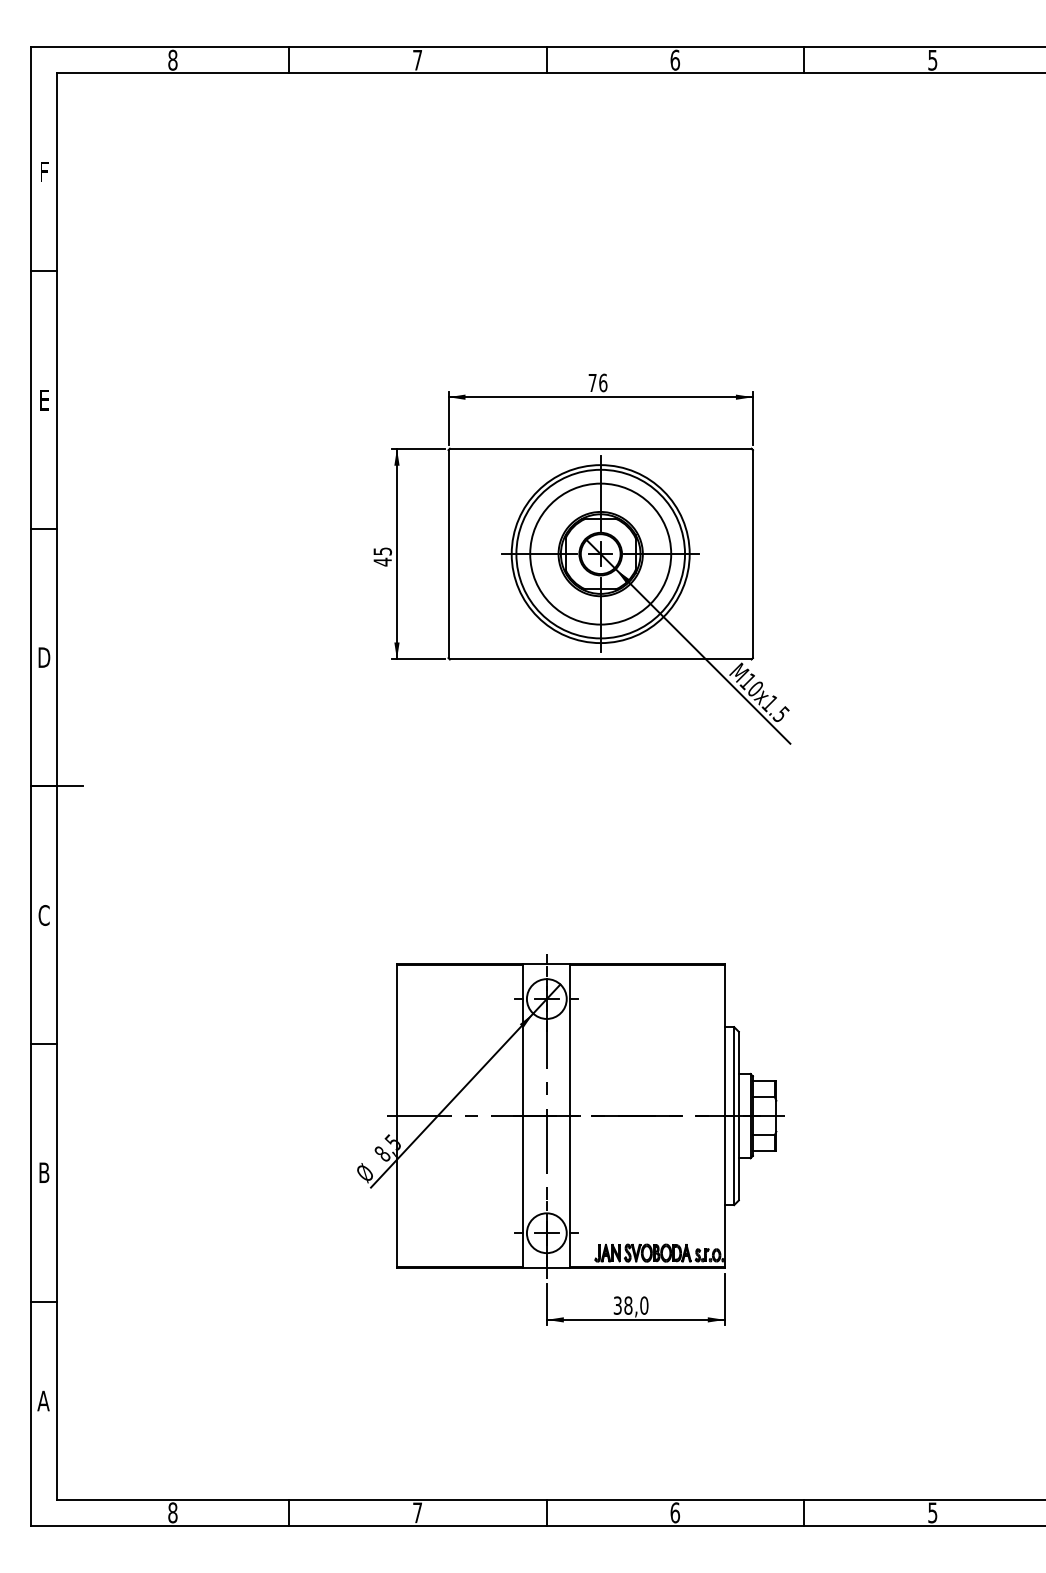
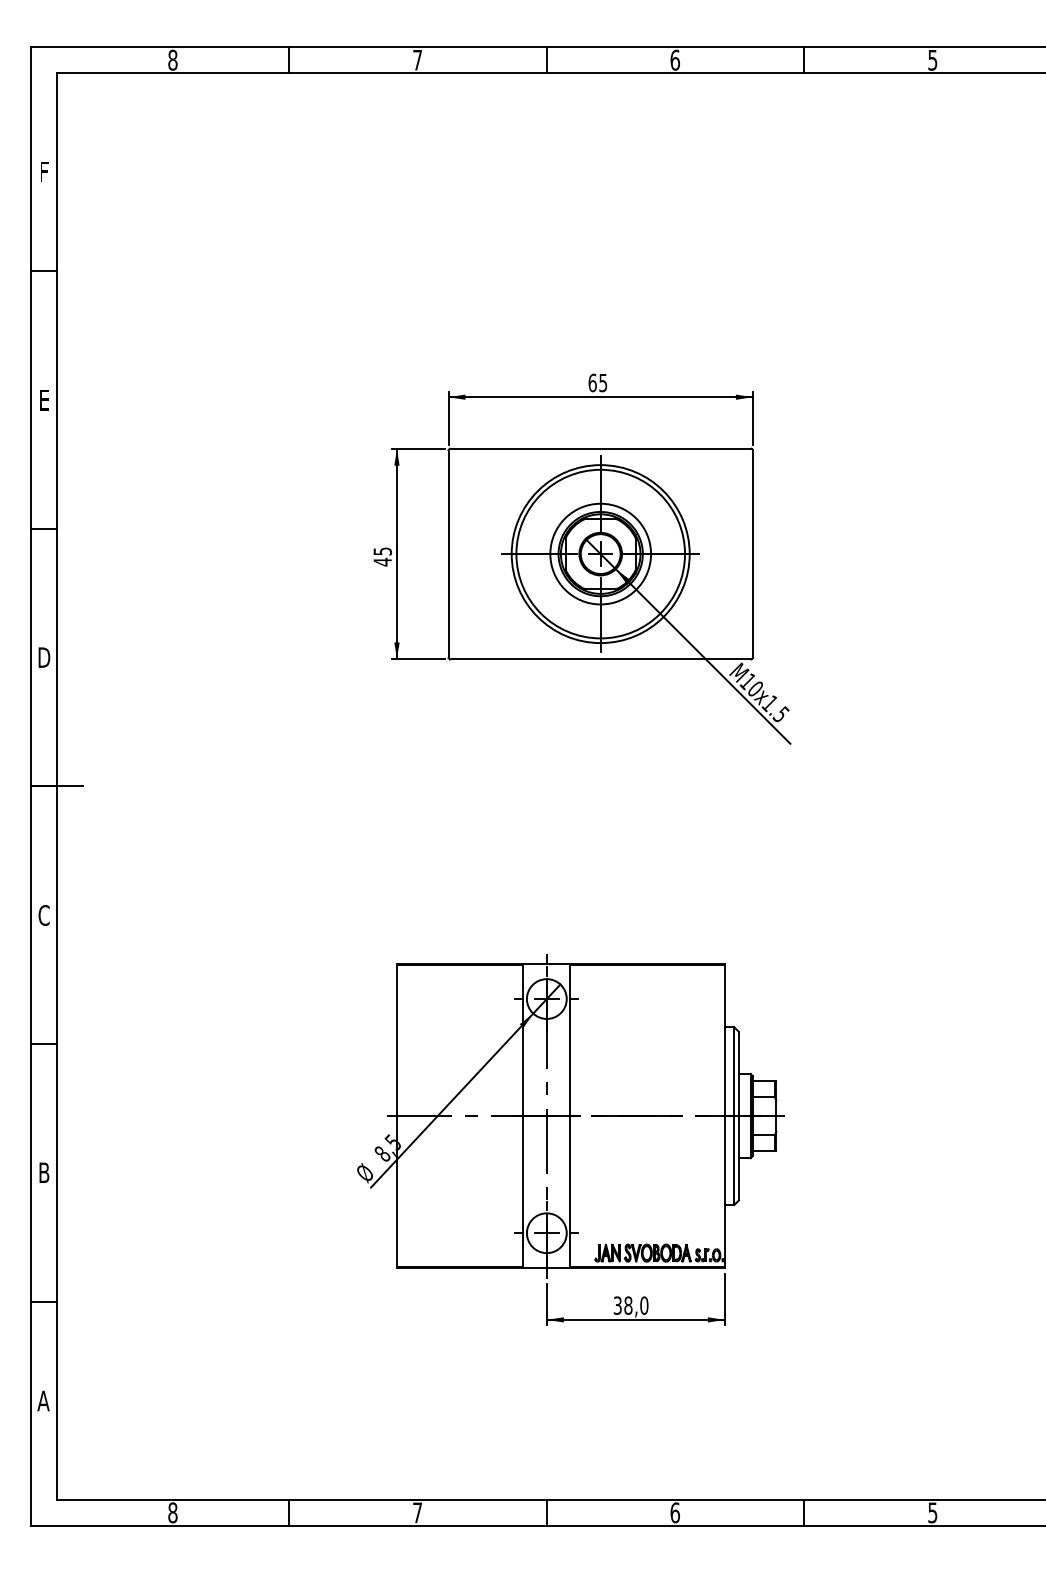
text at (597, 382): 76 -> 65
circle at (600, 553) diameter: 141 px -> 101 px
